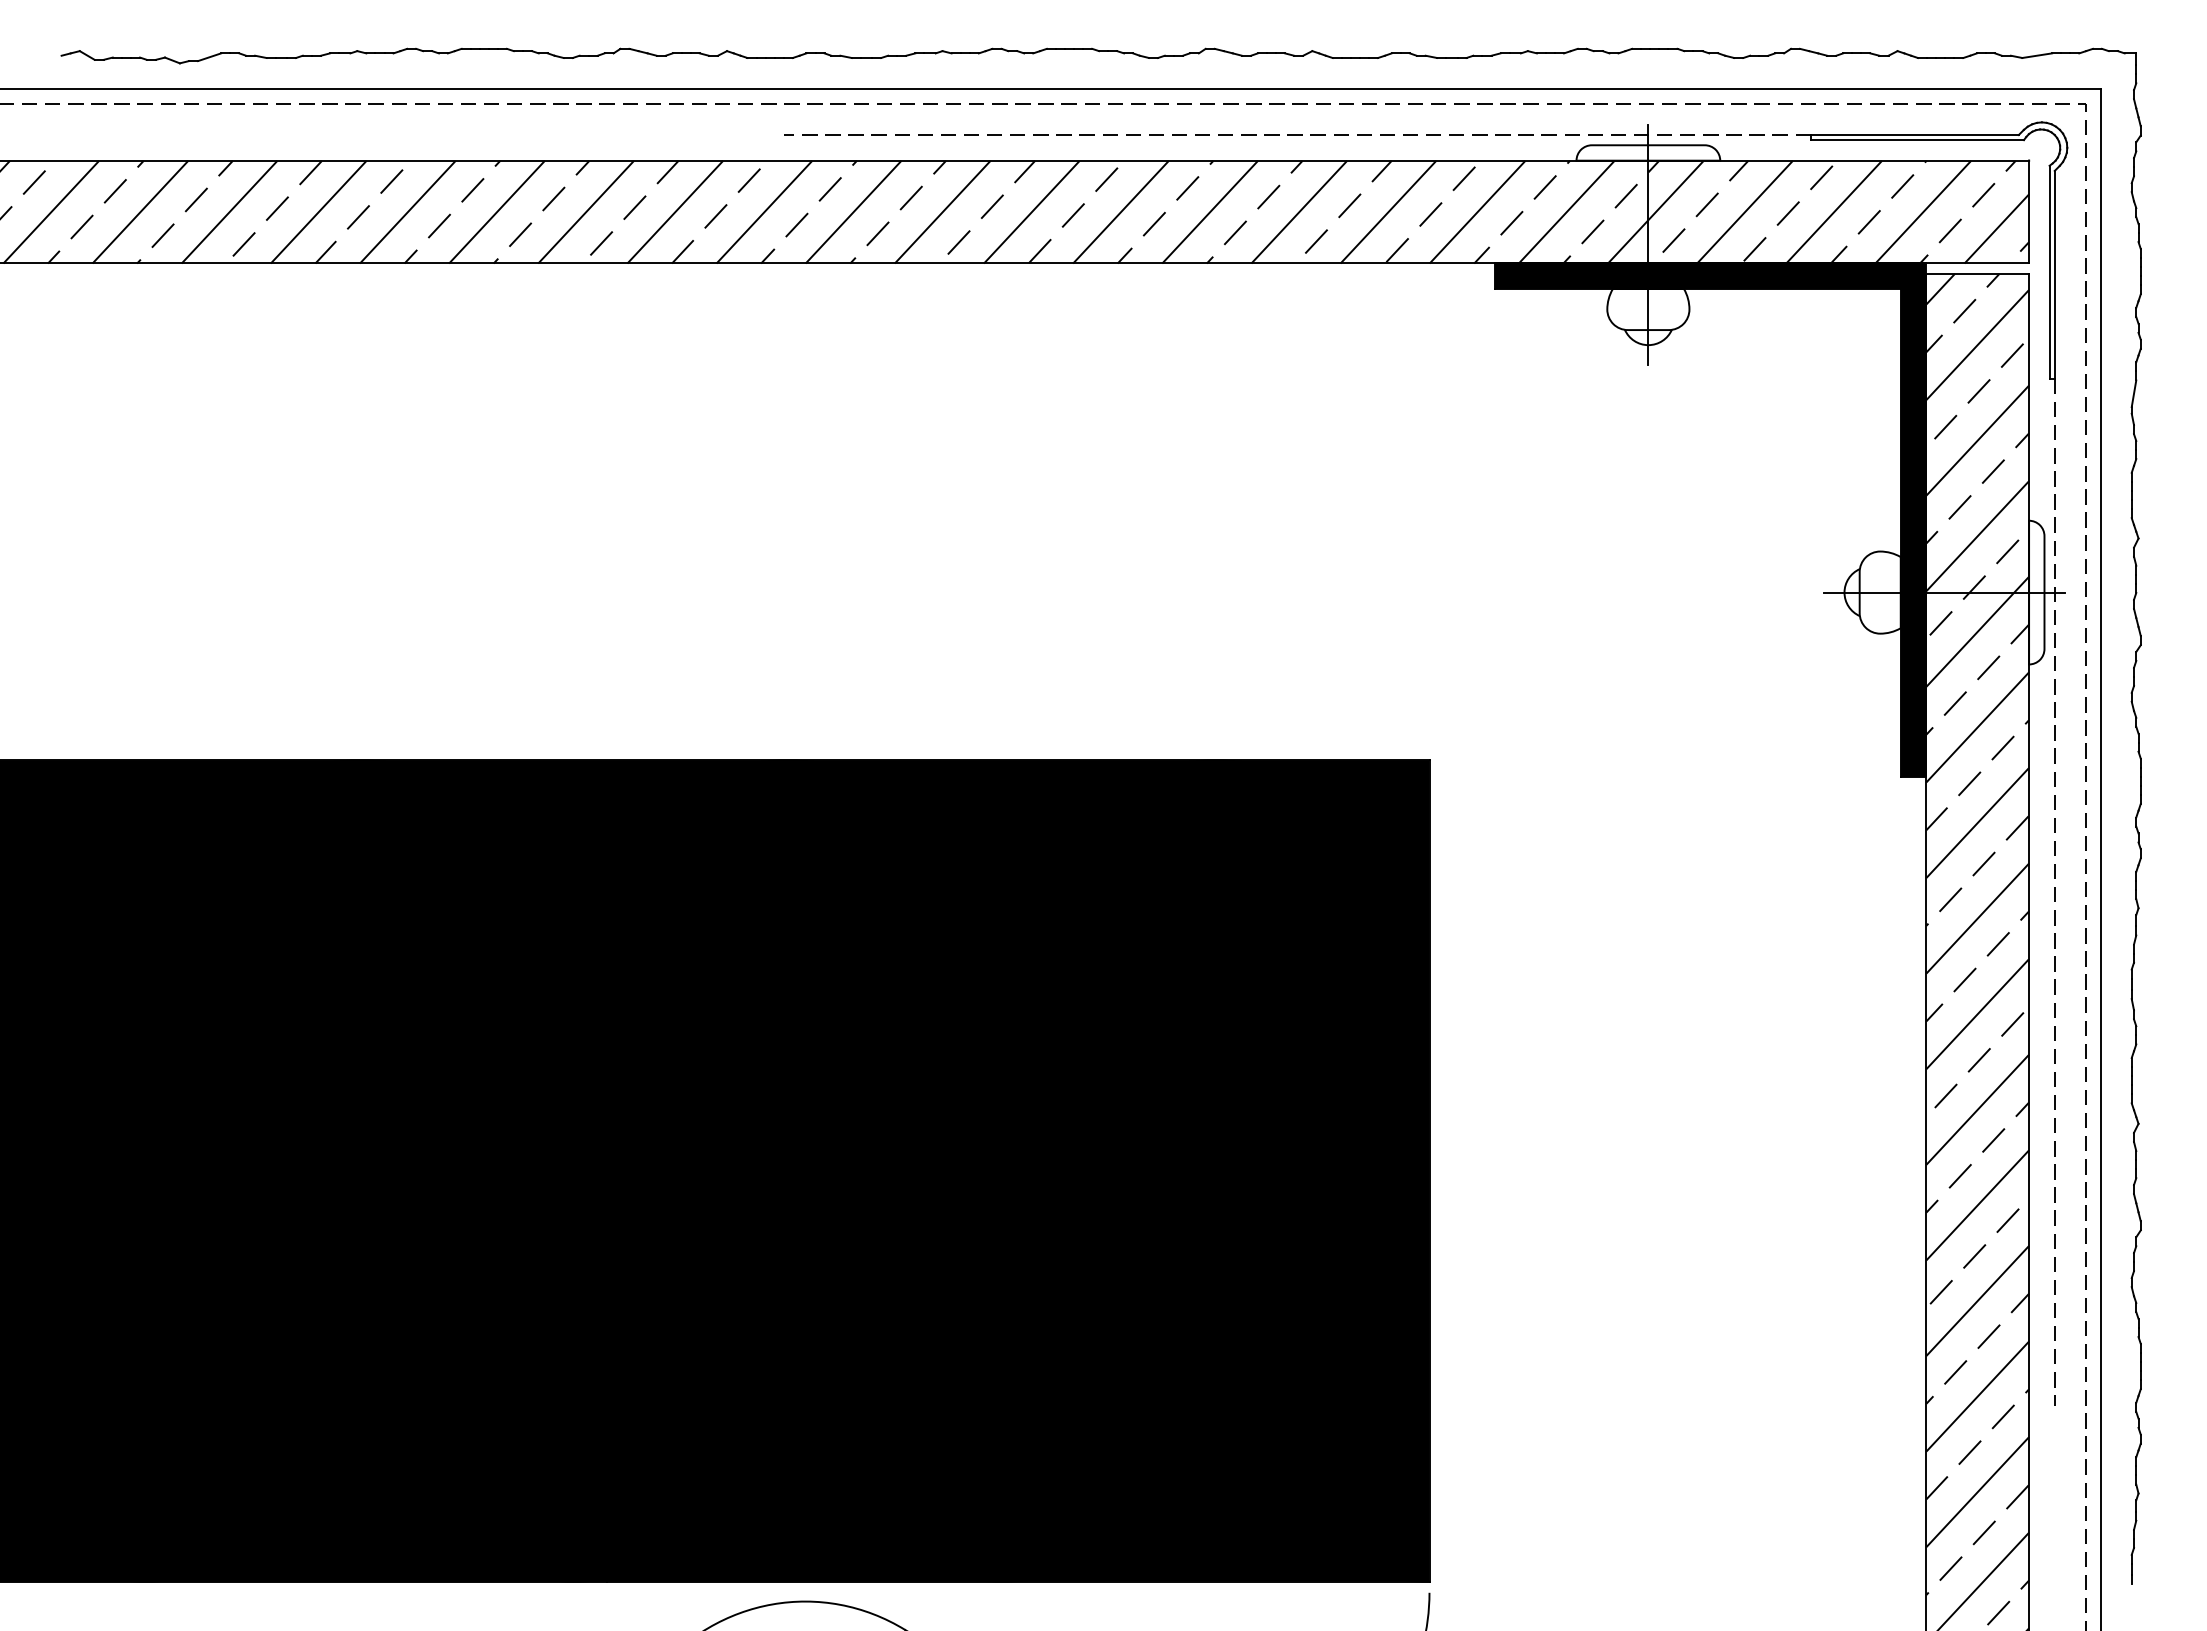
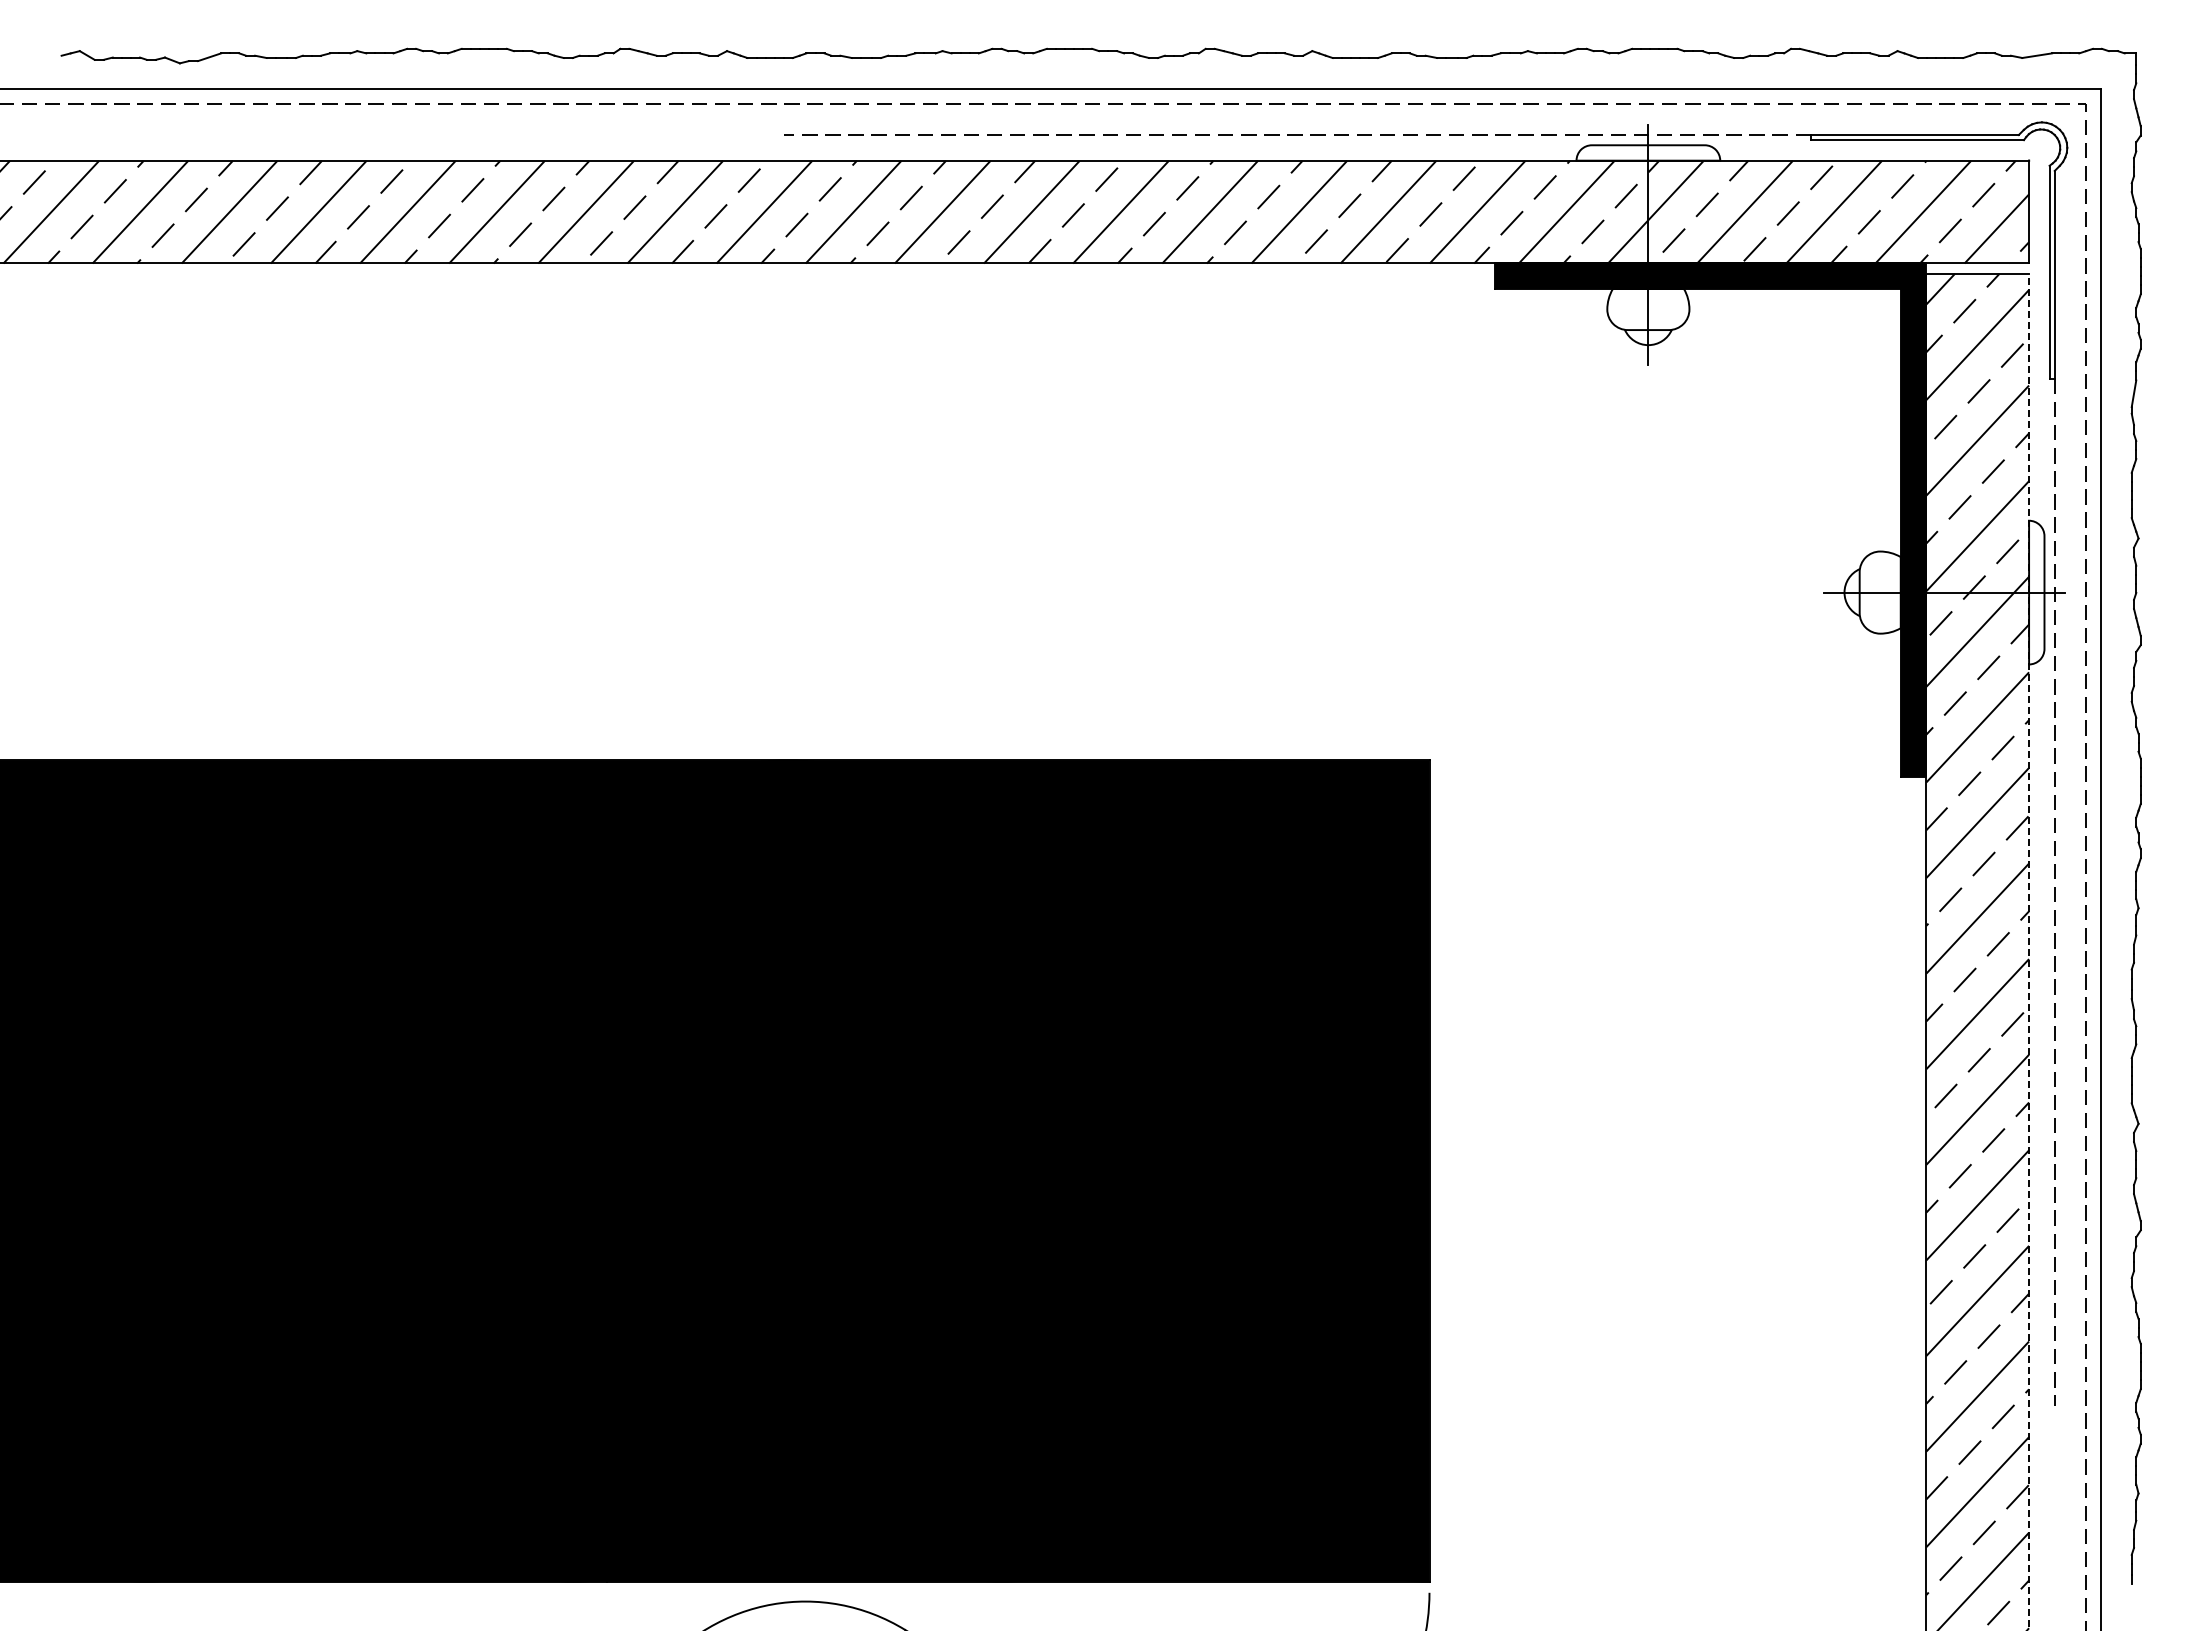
line at (2029, 951): solid -> dashed
